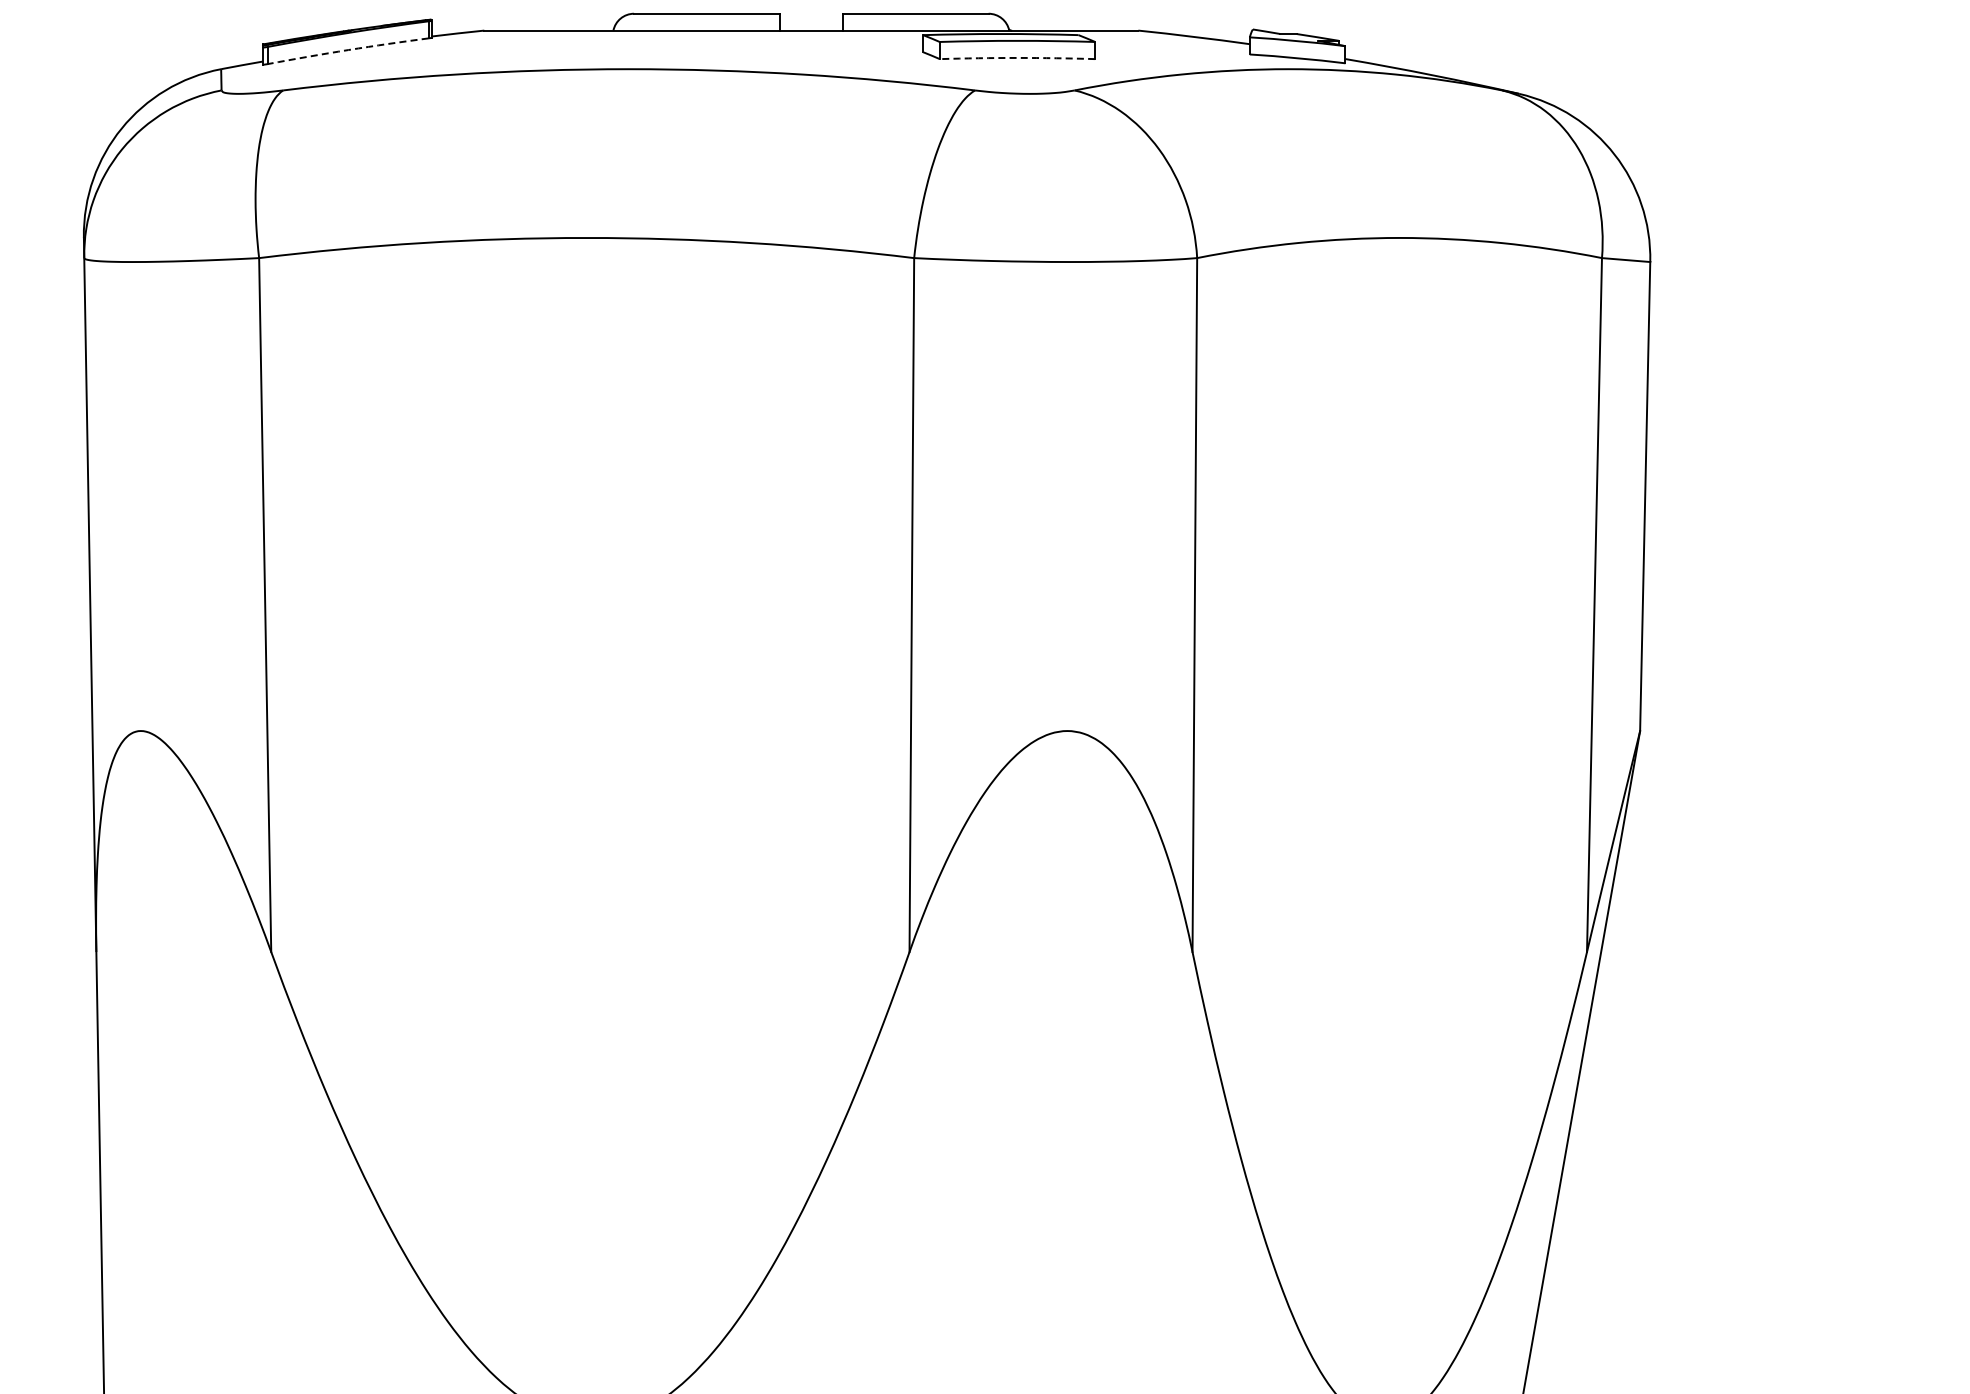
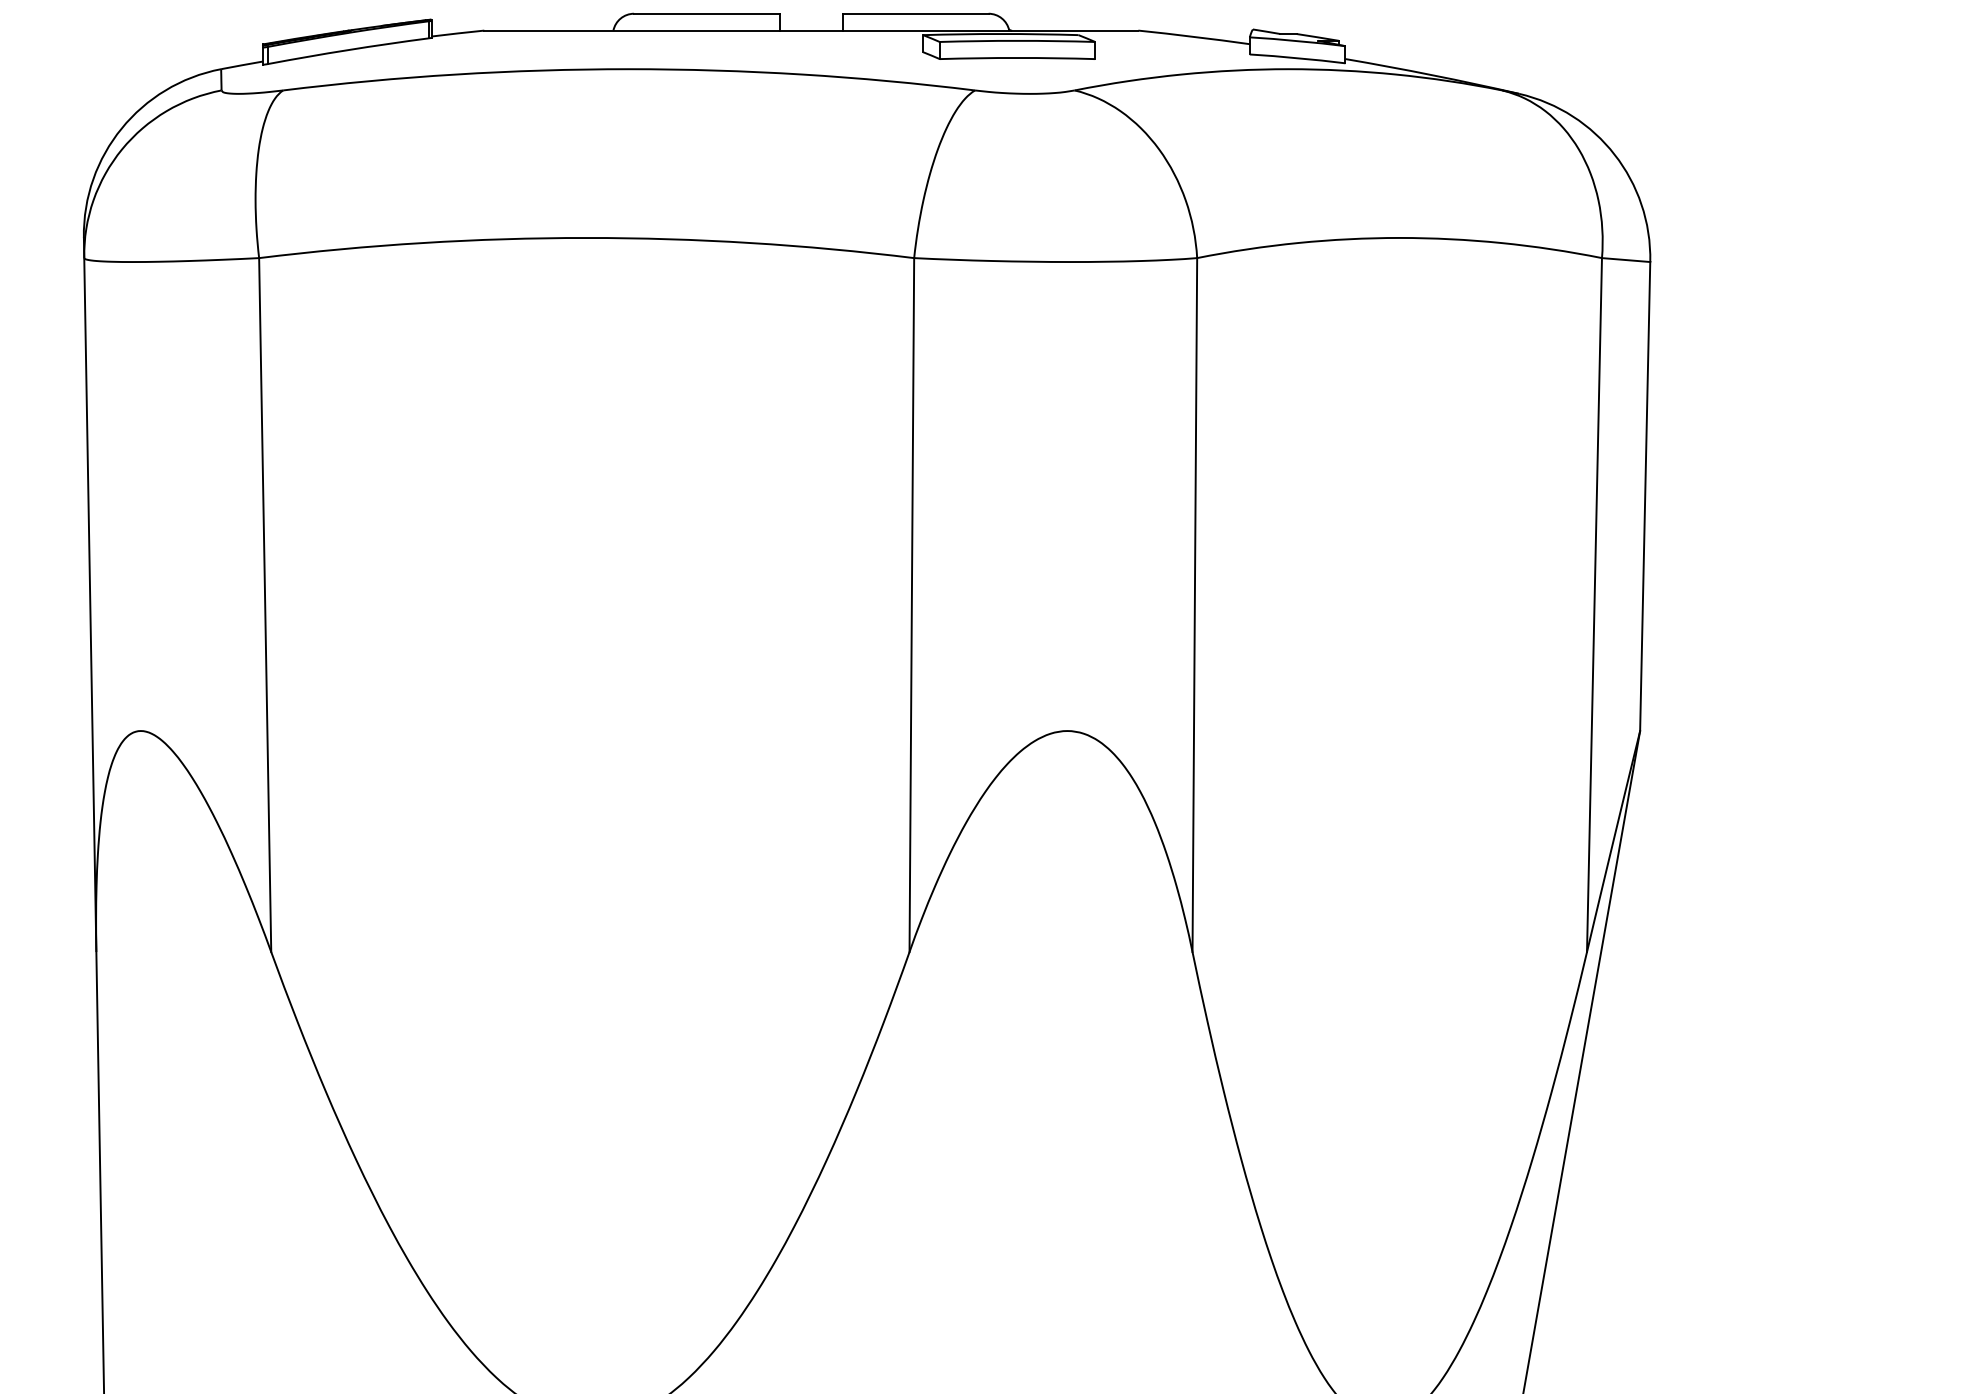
arc at (348, 50): dashed -> solid
arc at (1017, 57): dashed -> solid
